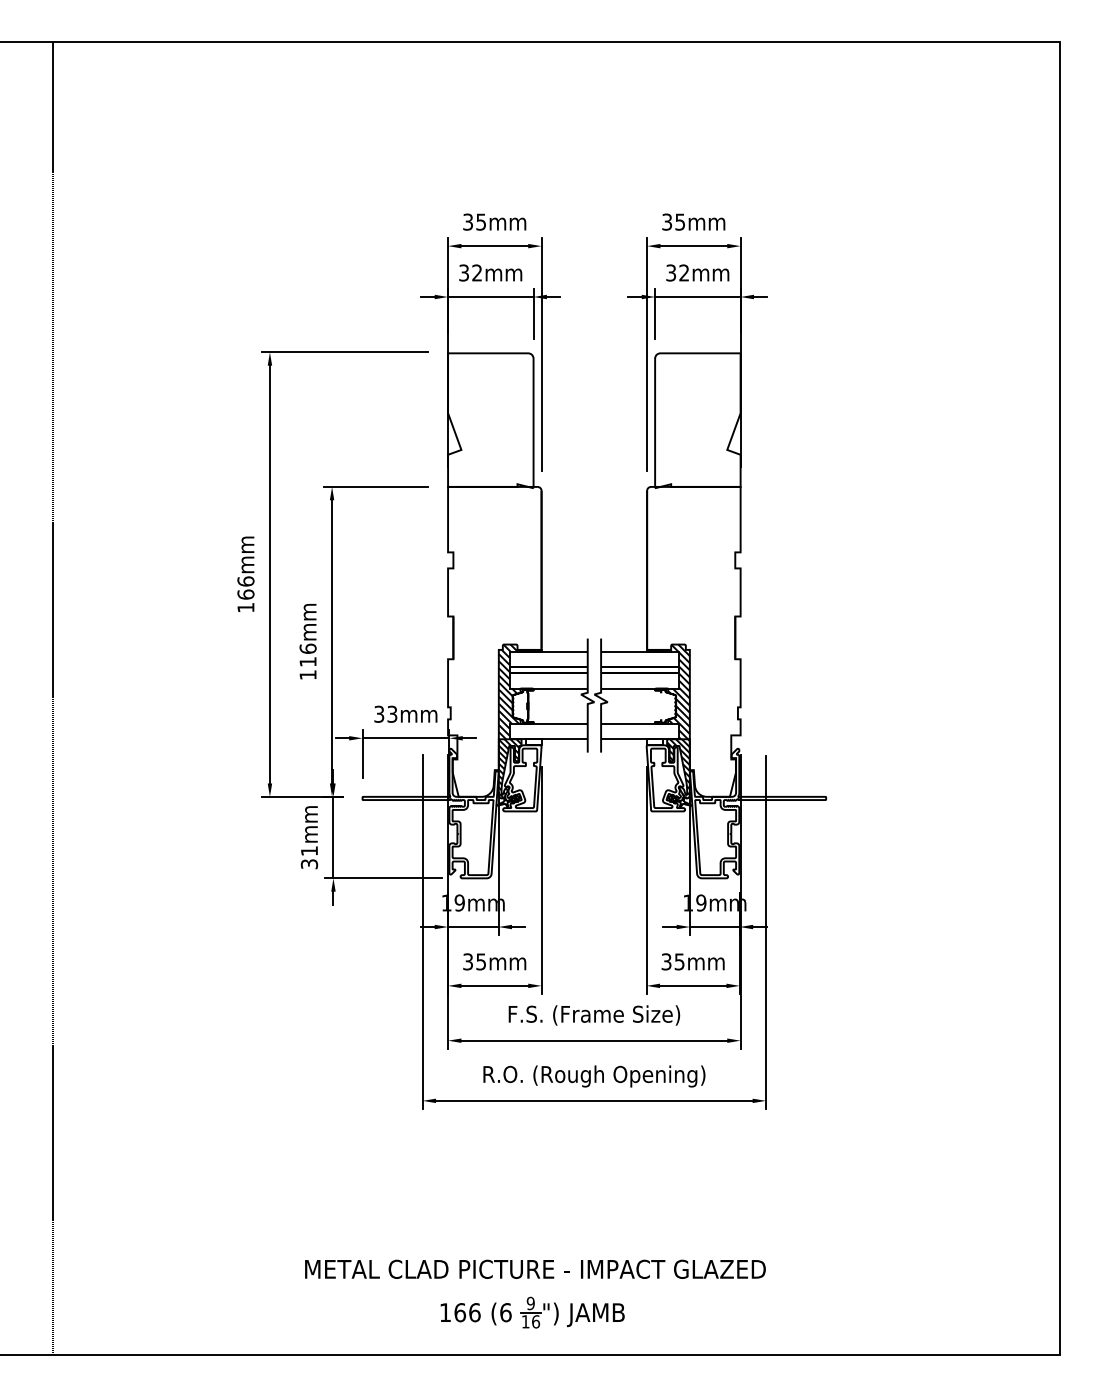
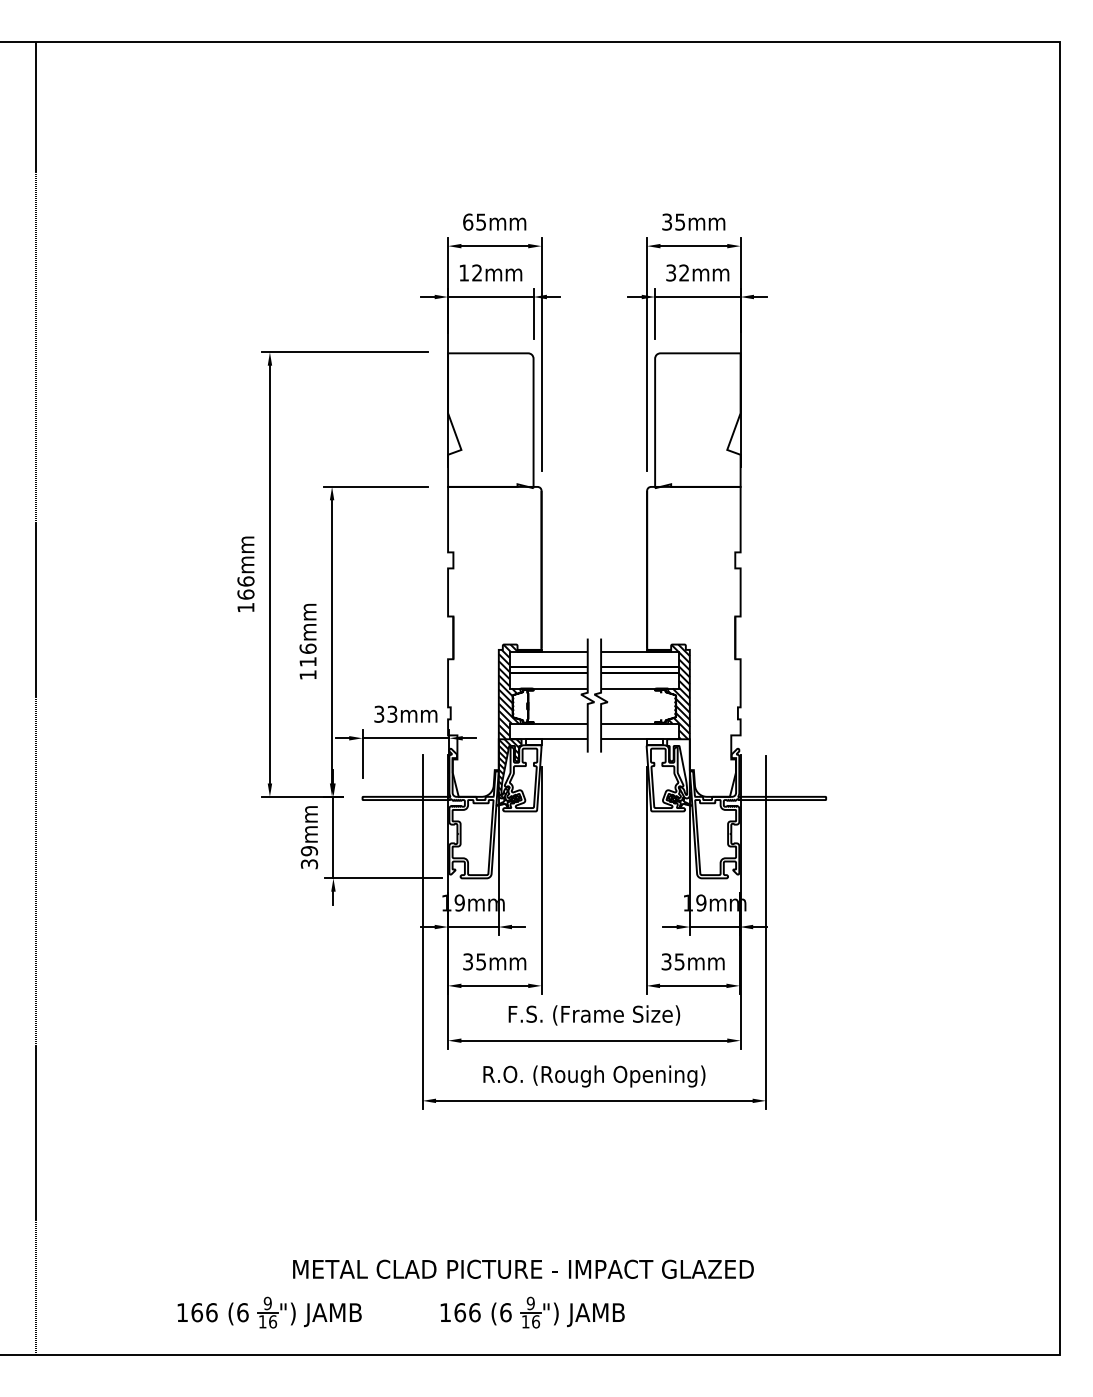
text at (468, 221): 35mm -> 65mm
text at (463, 272): 32mm -> 12mm
line at (52, 698) position: (52, 698) -> (35, 698)
hatch at (678, 768): present -> none
text at (309, 851): 31mm -> 39mm
text at (535, 1268) position: (535, 1268) -> (523, 1268)
part at (269, 1312): none -> present
